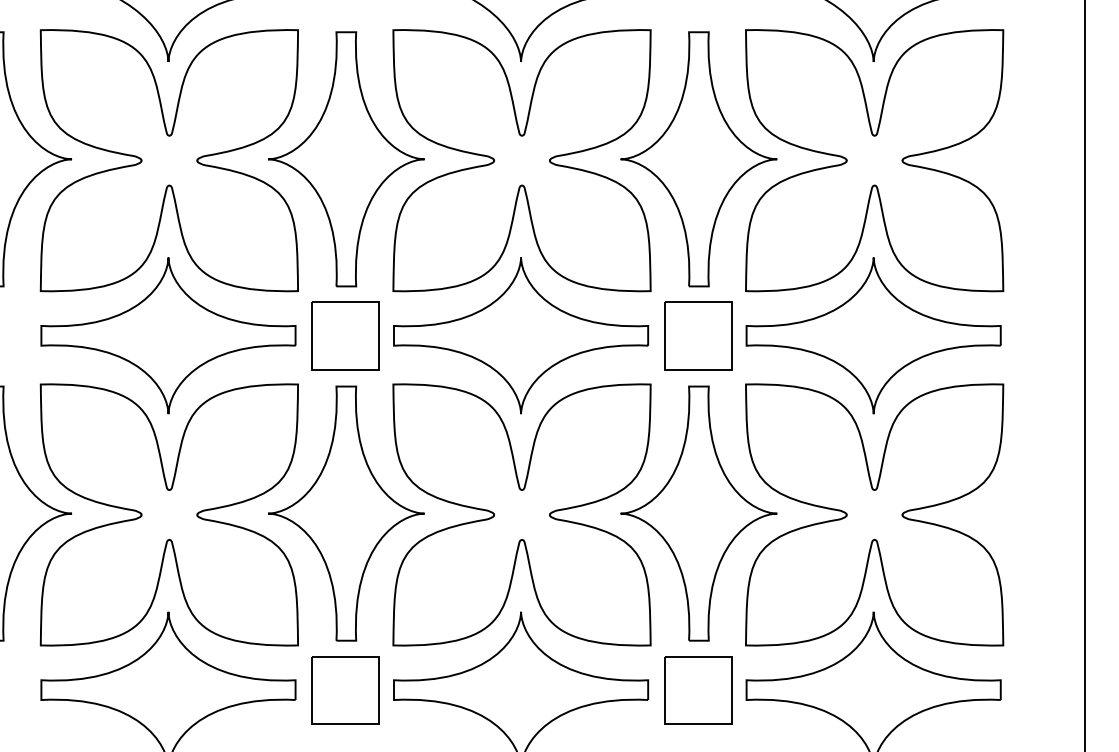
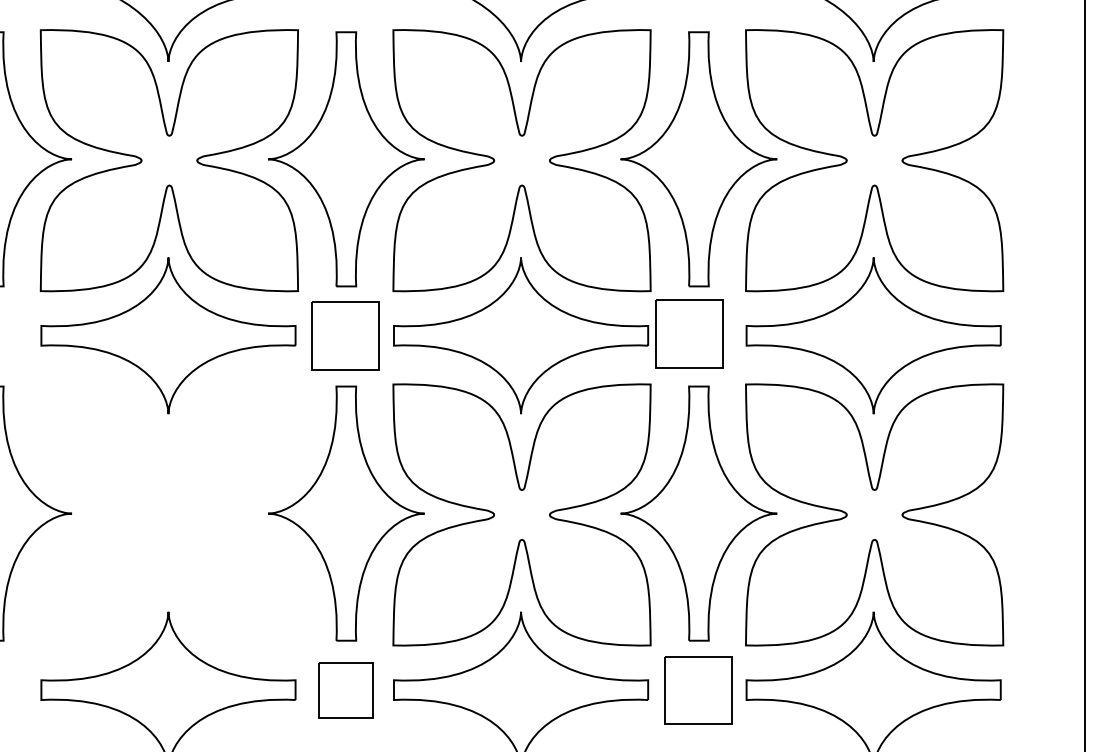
part at (698, 335) position: (698, 335) -> (689, 333)
part at (168, 514): present -> none
part at (345, 690) size: 69x69 px -> 56x57 px
